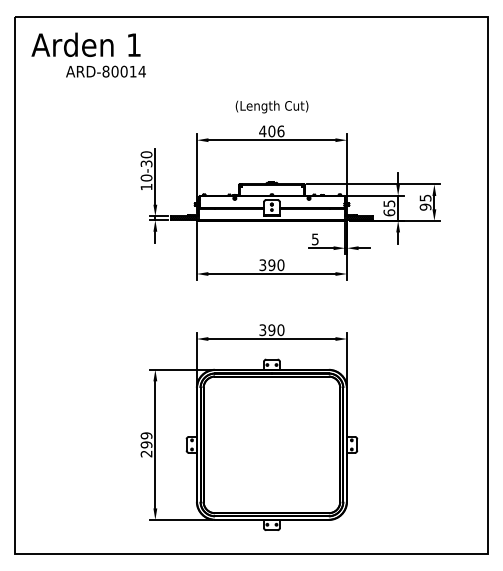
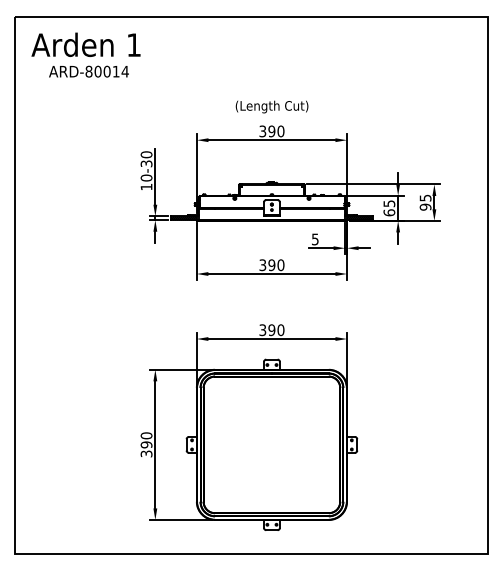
text at (105, 71) position: (105, 71) -> (88, 71)
text at (271, 131): 406 -> 390
text at (146, 444): 299 -> 390
